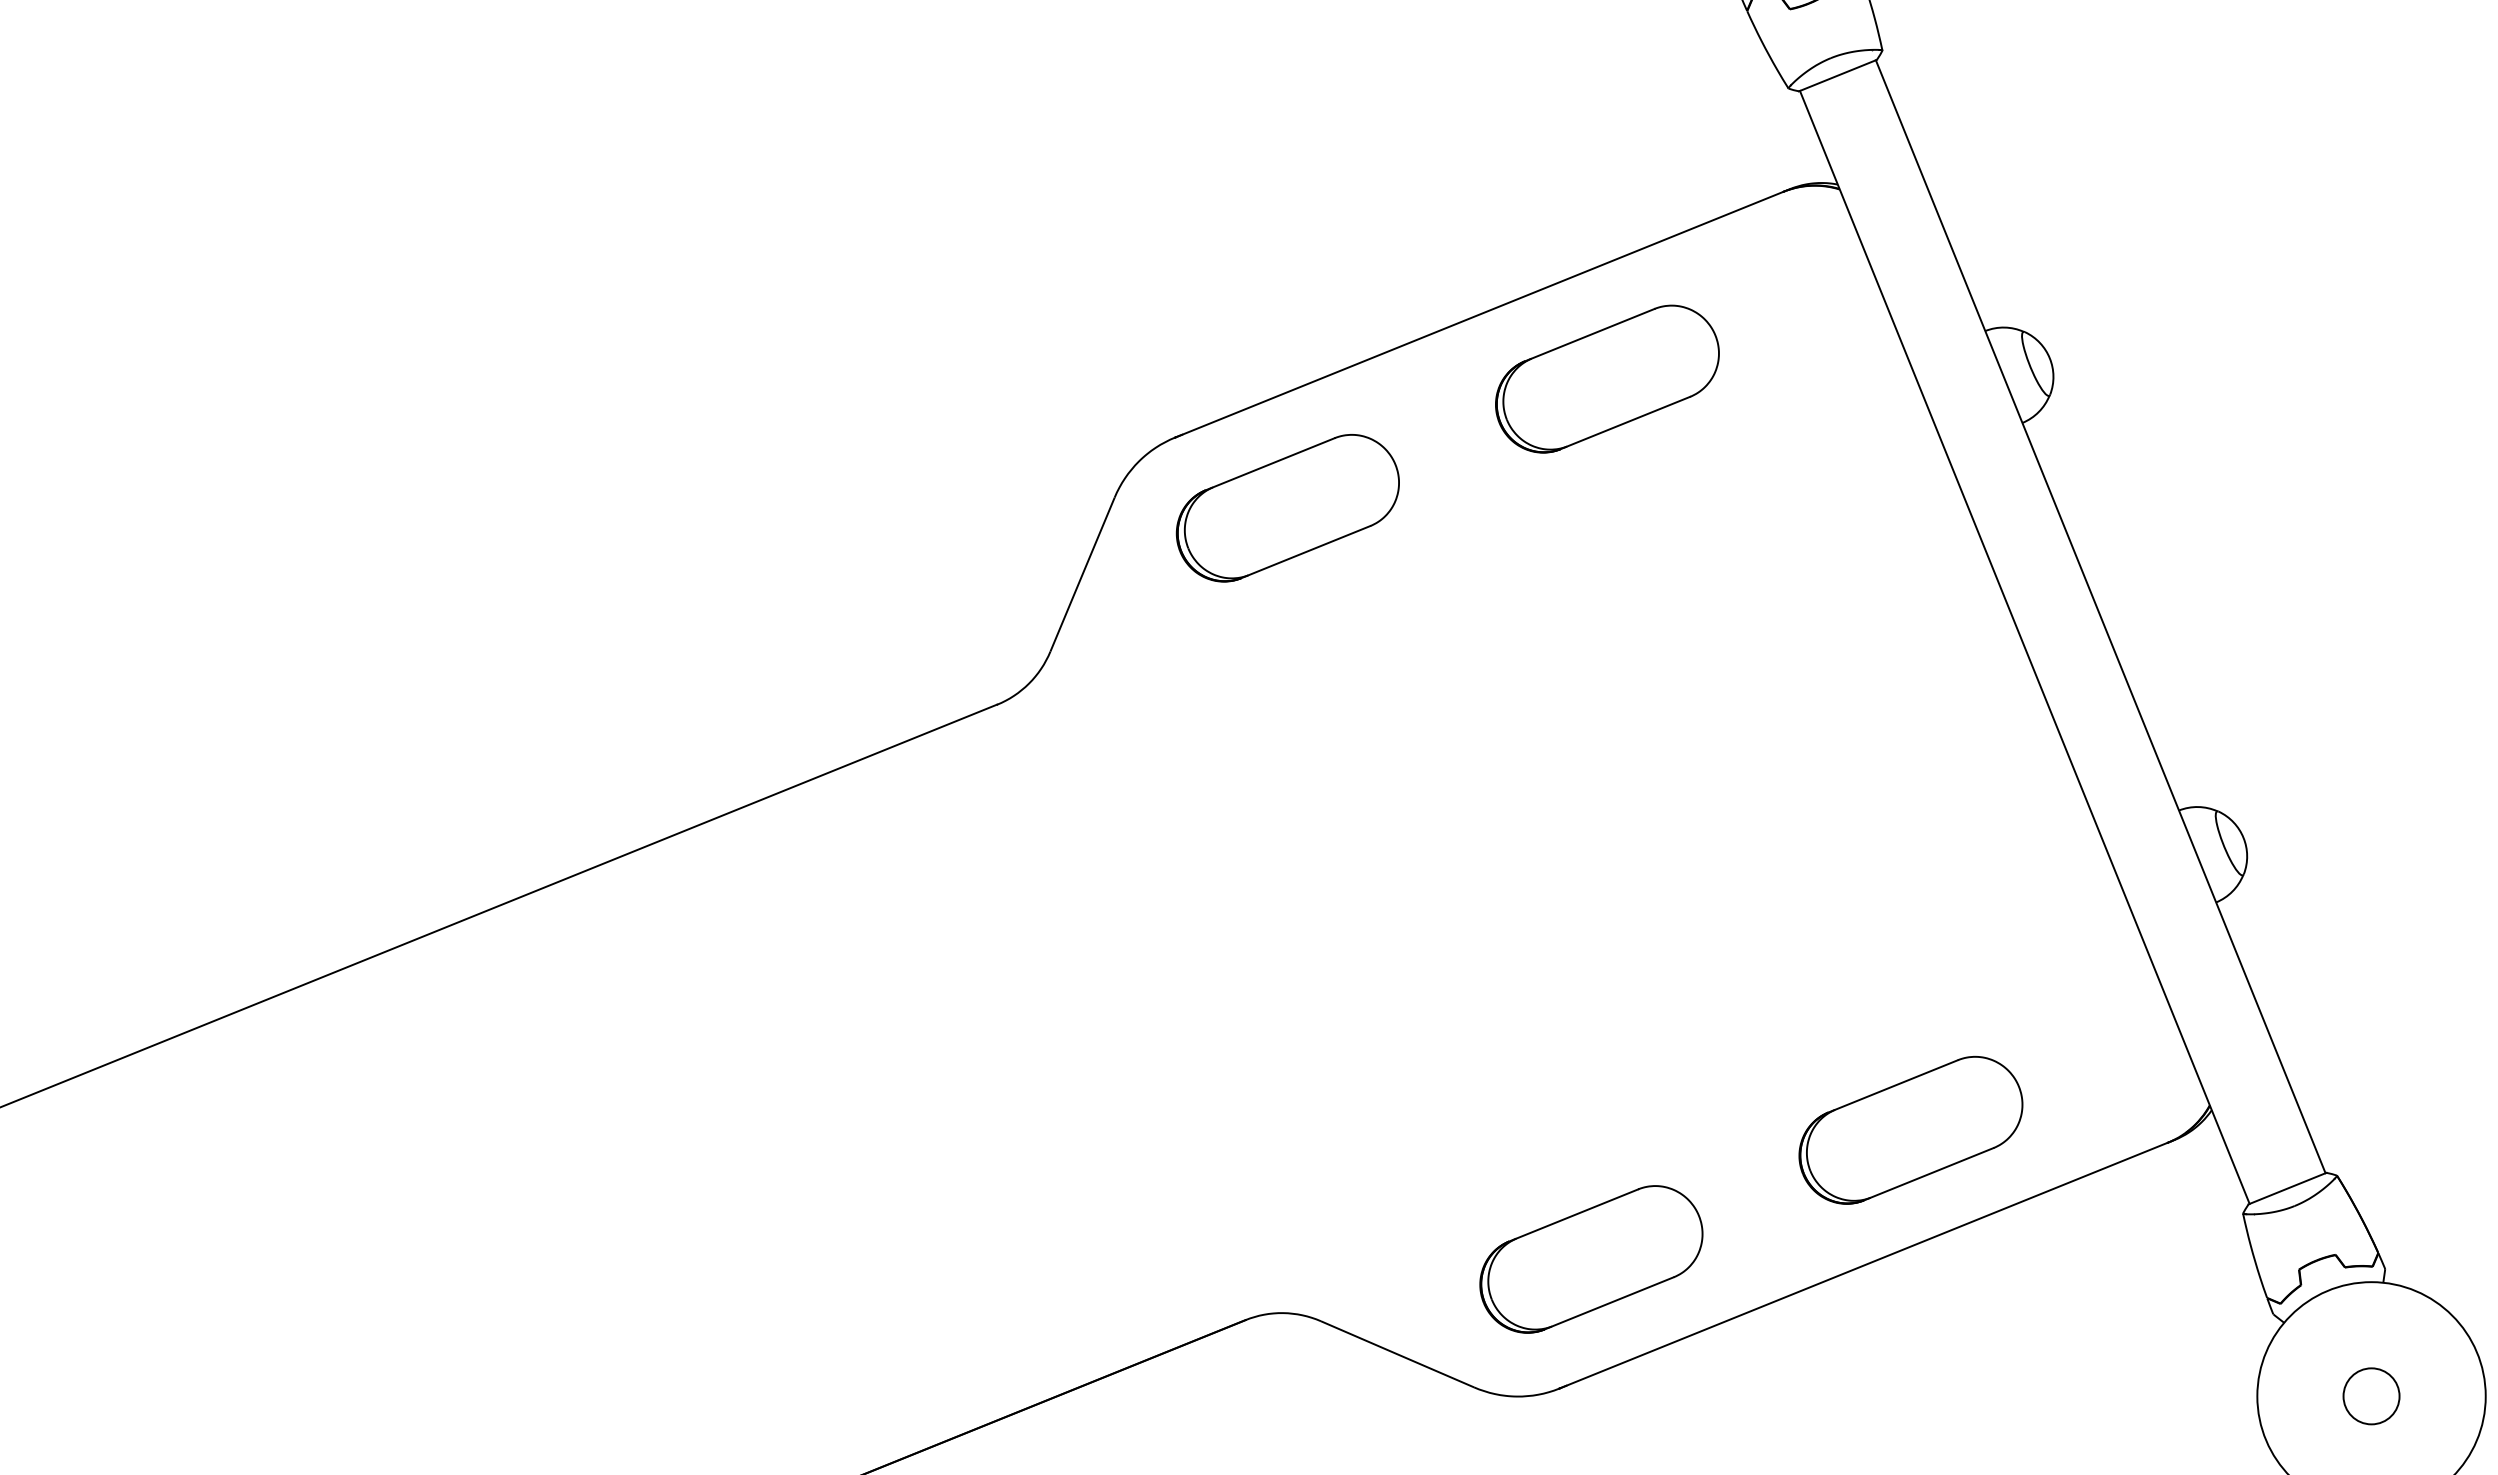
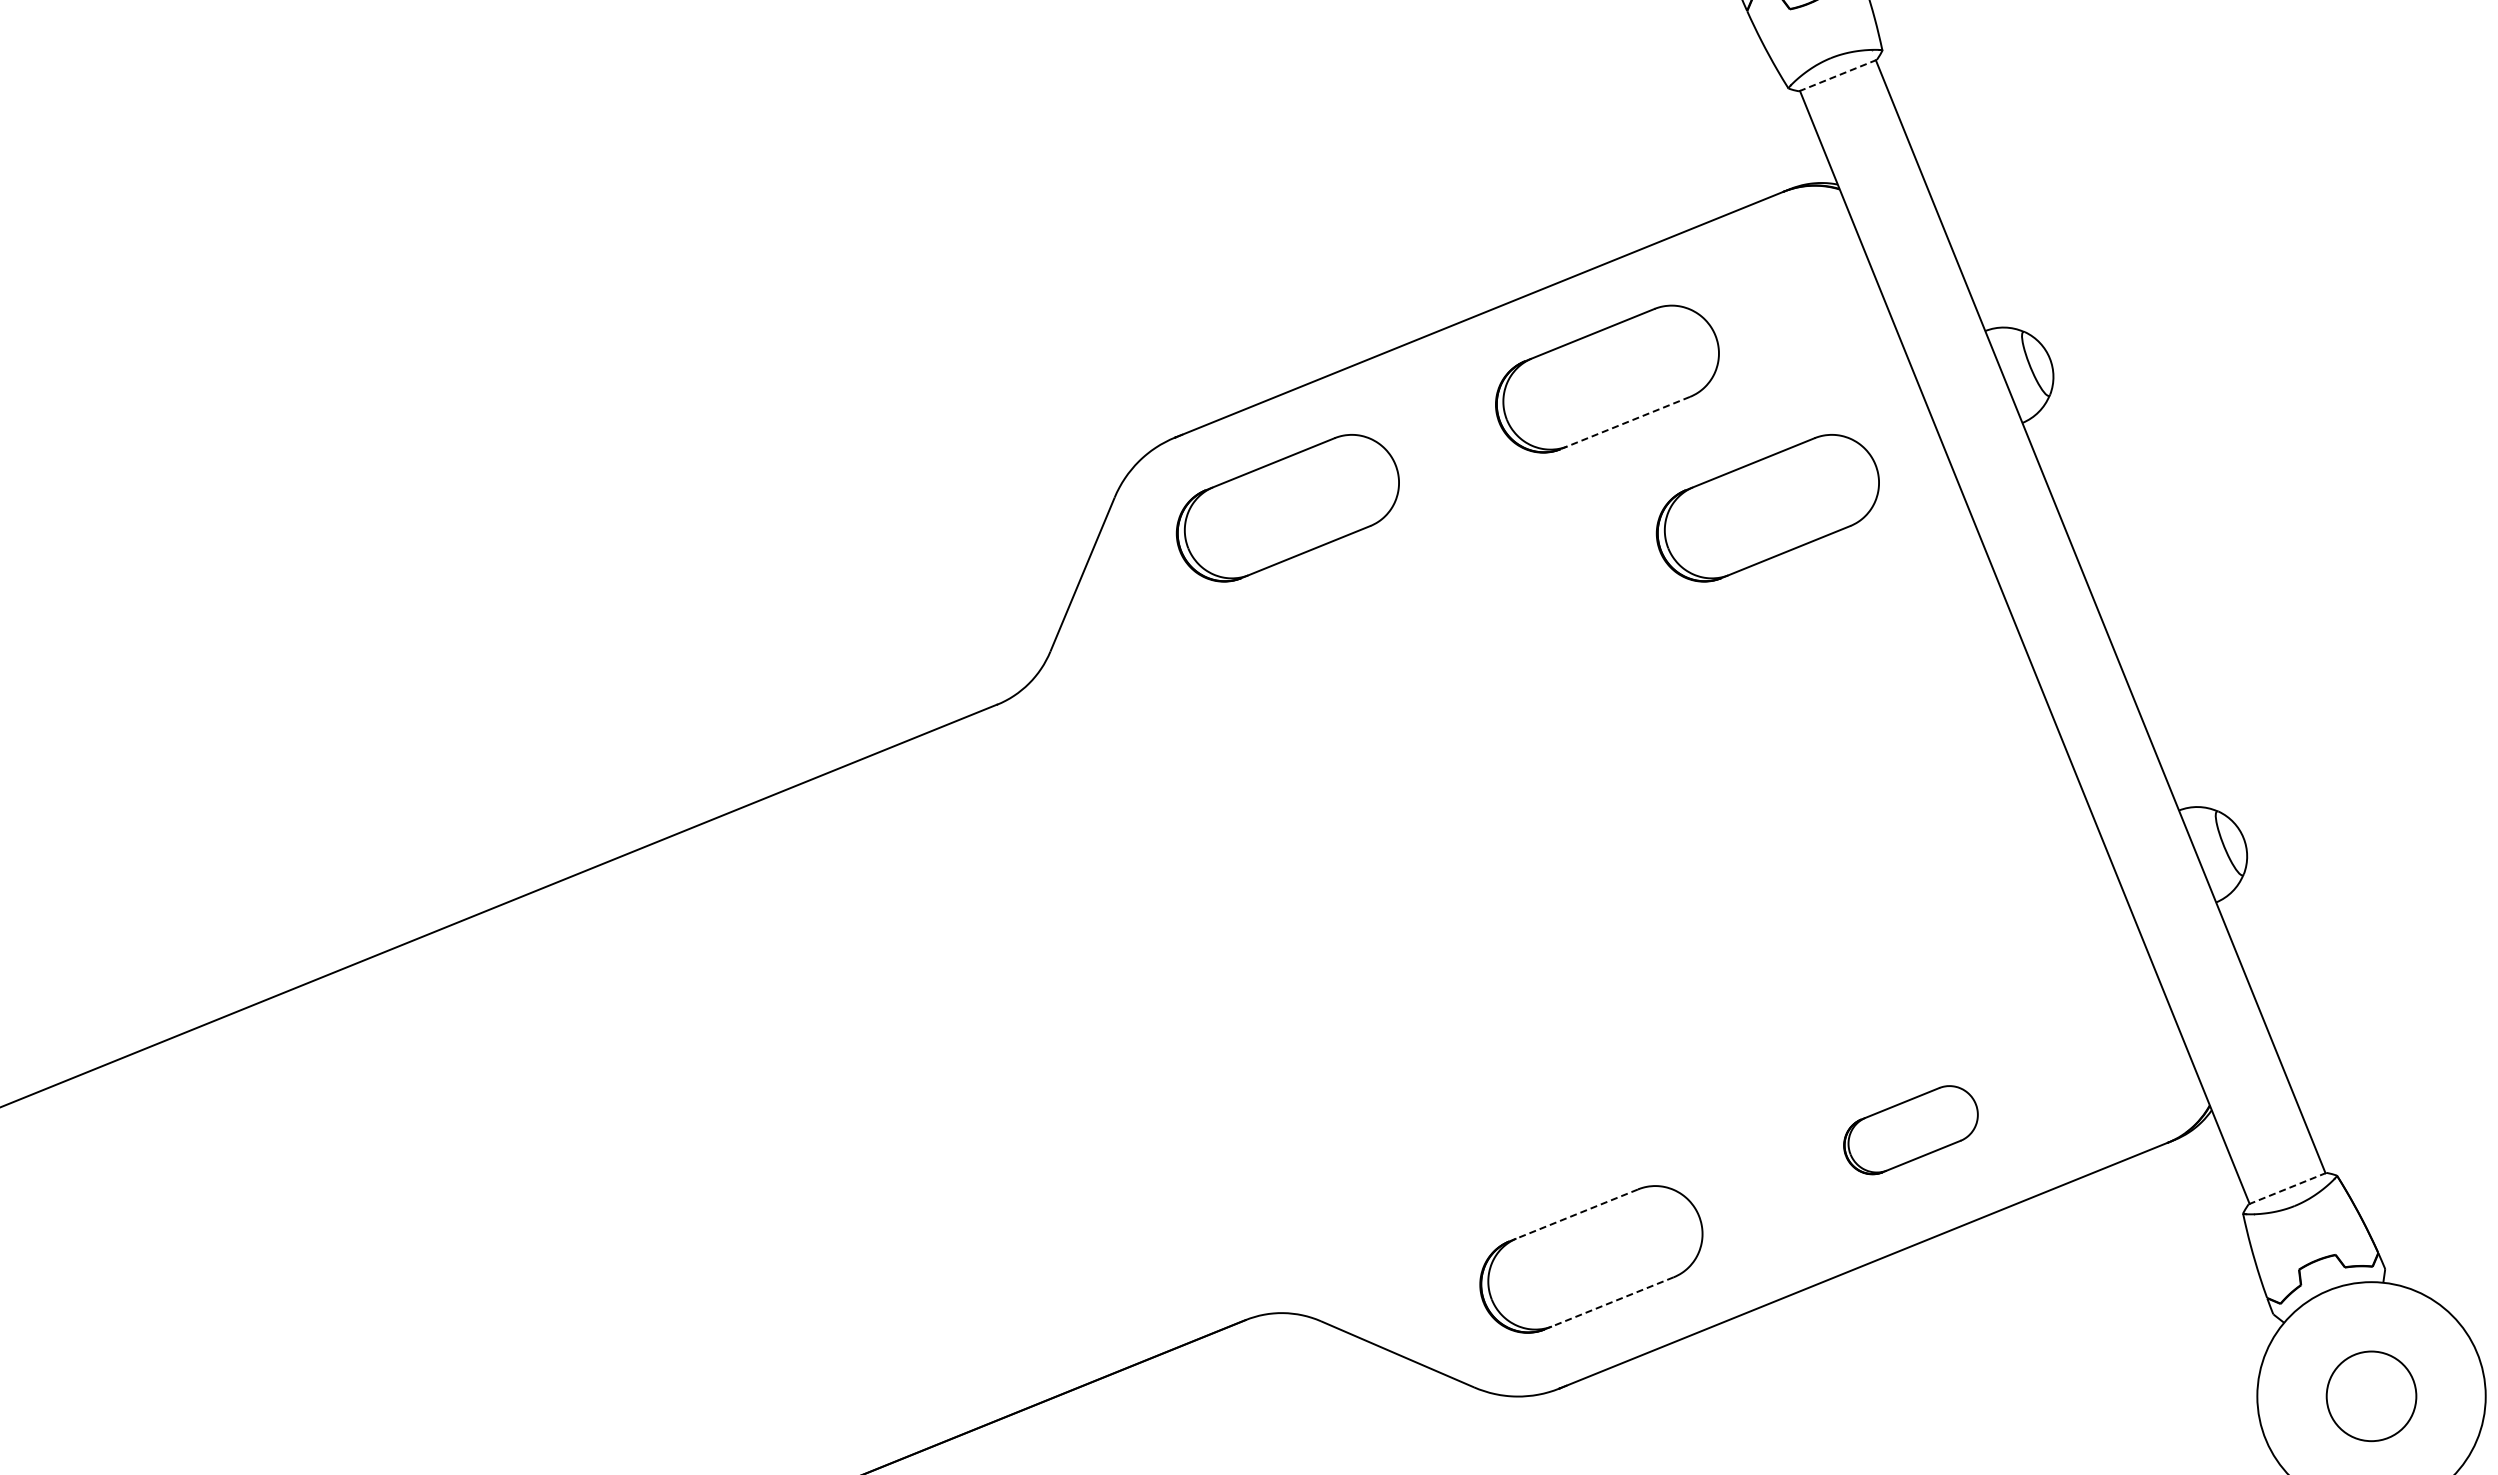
line at (1838, 75): solid -> dashed
line at (1625, 423): solid -> dashed
part at (1767, 508): none -> present
part at (1910, 1129) size: 226x150 px -> 136x91 px
line at (2287, 1188): solid -> dashed
line at (1573, 1215): solid -> dashed
line at (1609, 1303): solid -> dashed
circle at (2371, 1396) diameter: 56 px -> 90 px
